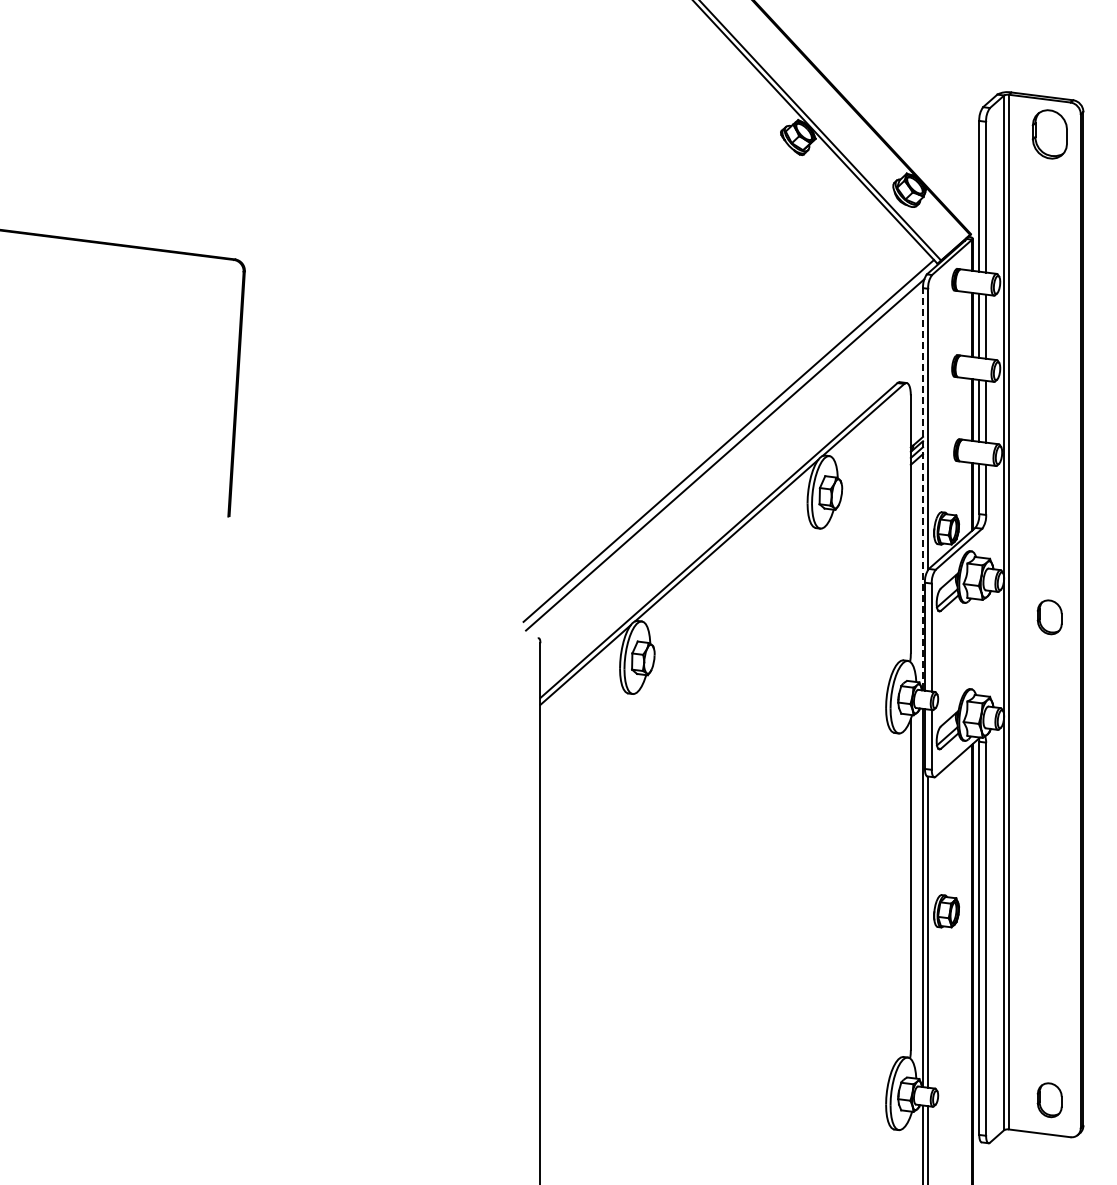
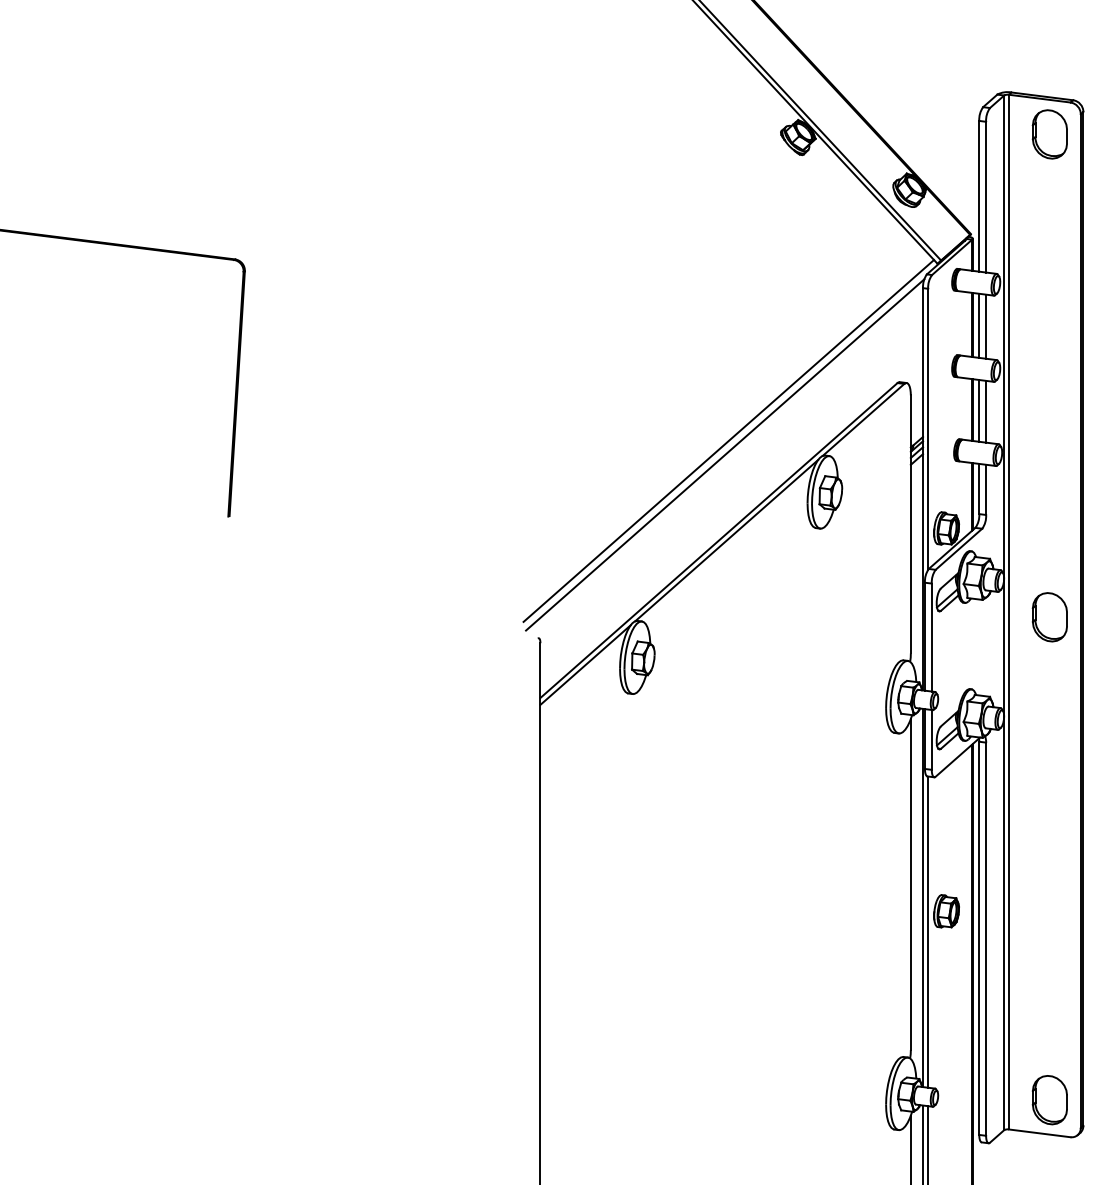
line at (923, 488): dashed -> solid
part at (1049, 617) size: 27x37 px -> 37x51 px
part at (1049, 1100) size: 27x37 px -> 37x51 px
line at (910, 1148): none -> present
